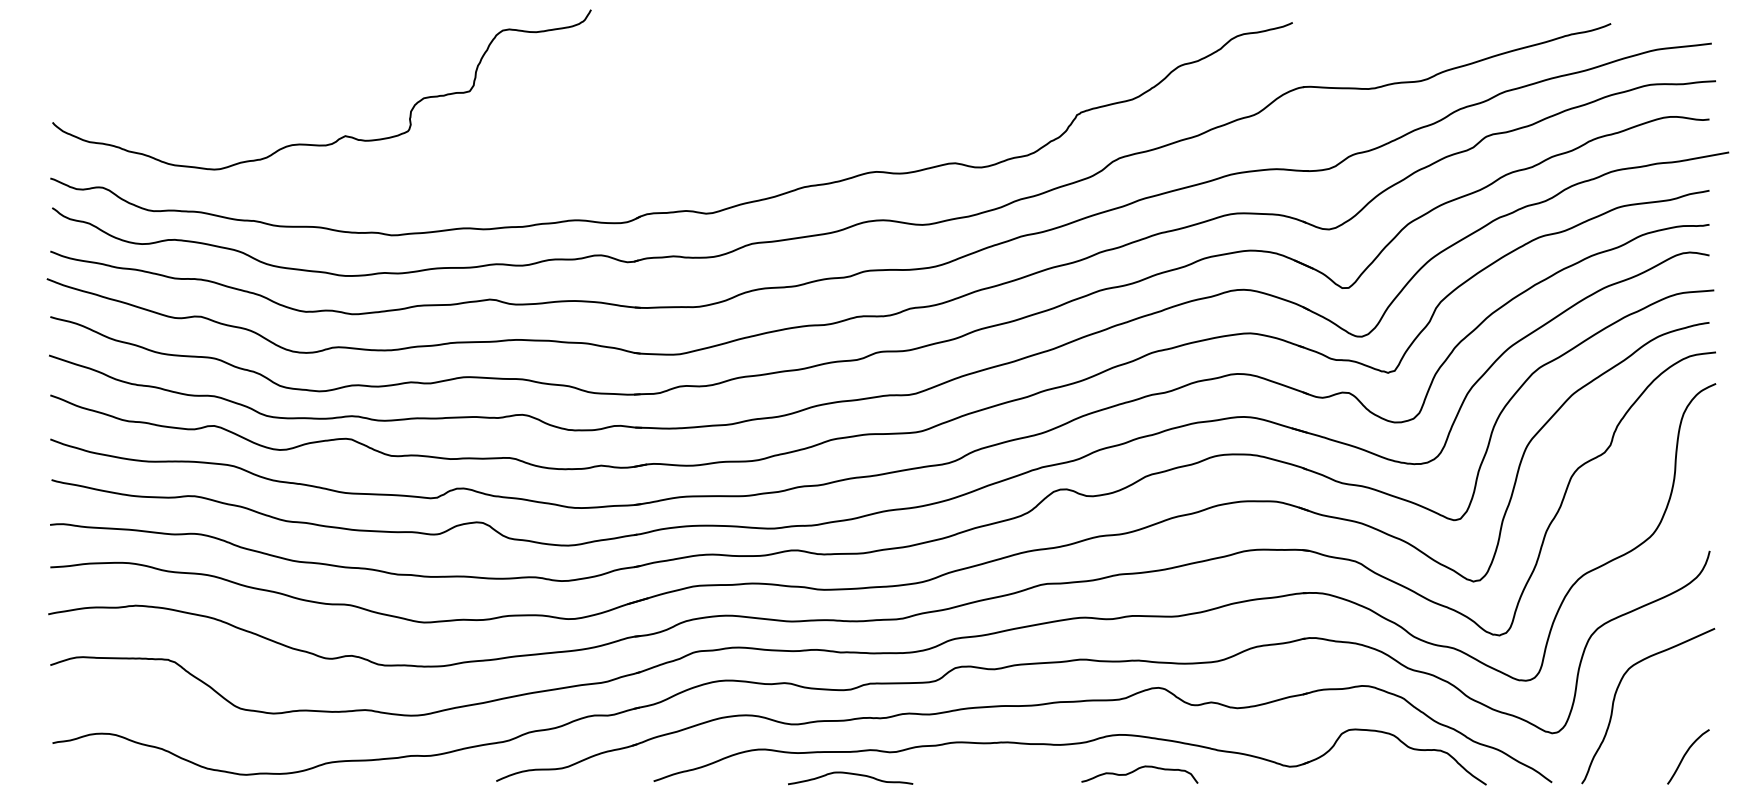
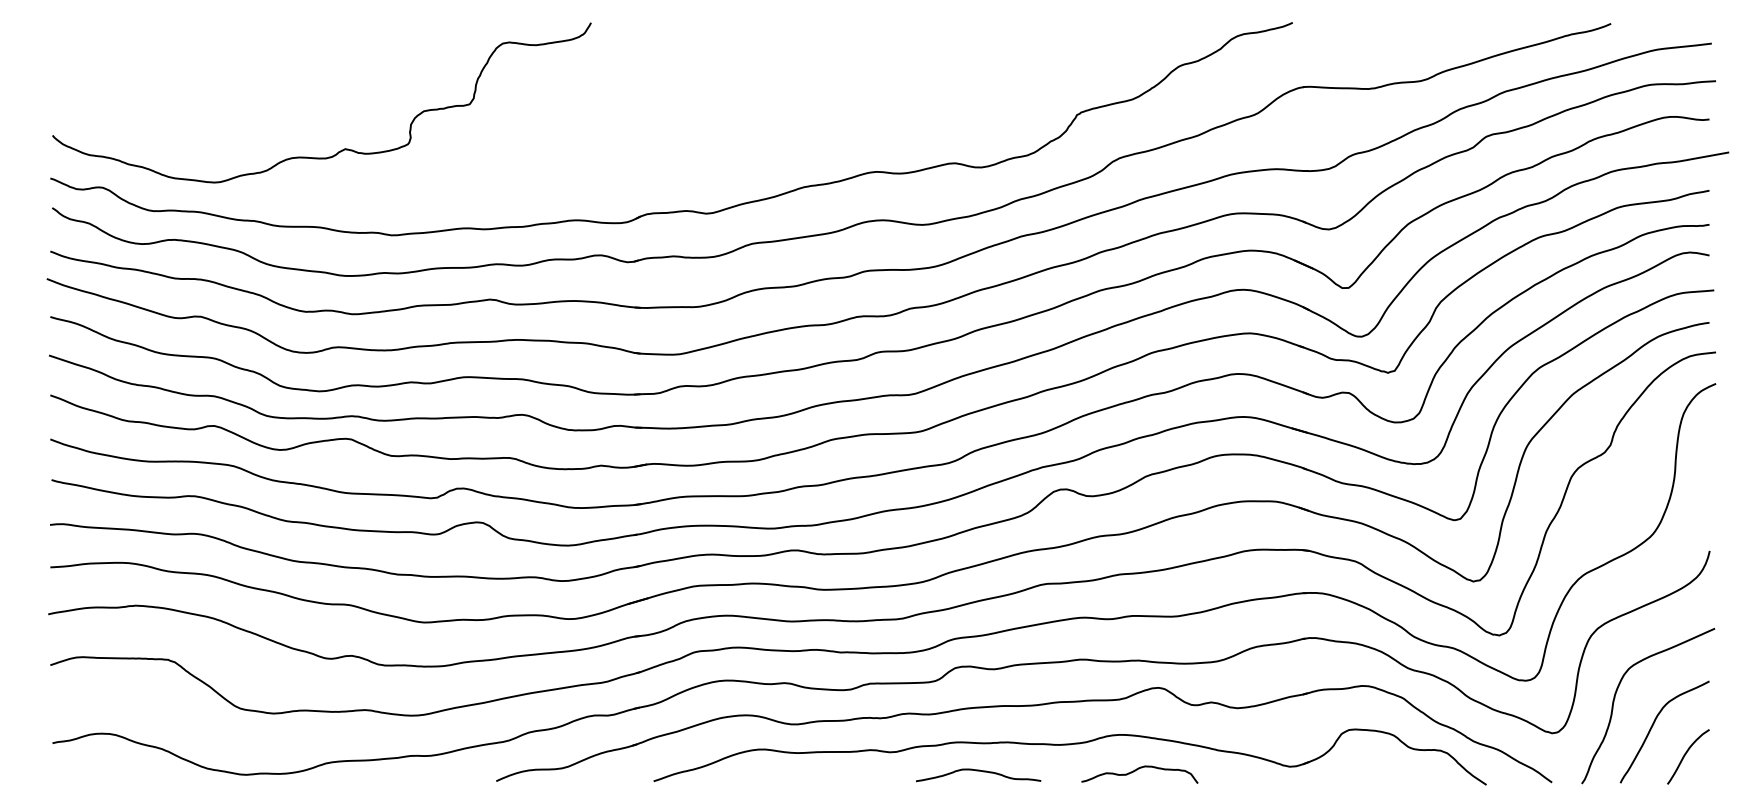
curve at (344, 135) position: (344, 135) -> (344, 148)
curve at (1653, 725): none -> present
curve at (850, 774) position: (850, 774) -> (978, 771)
